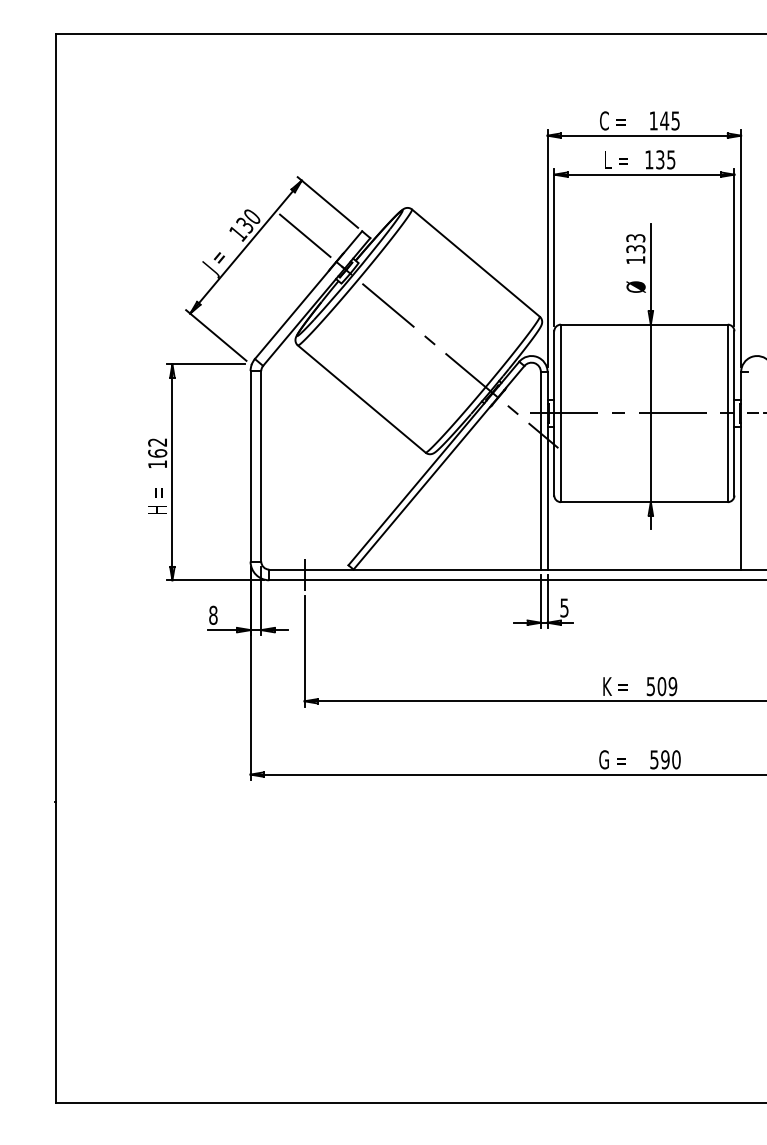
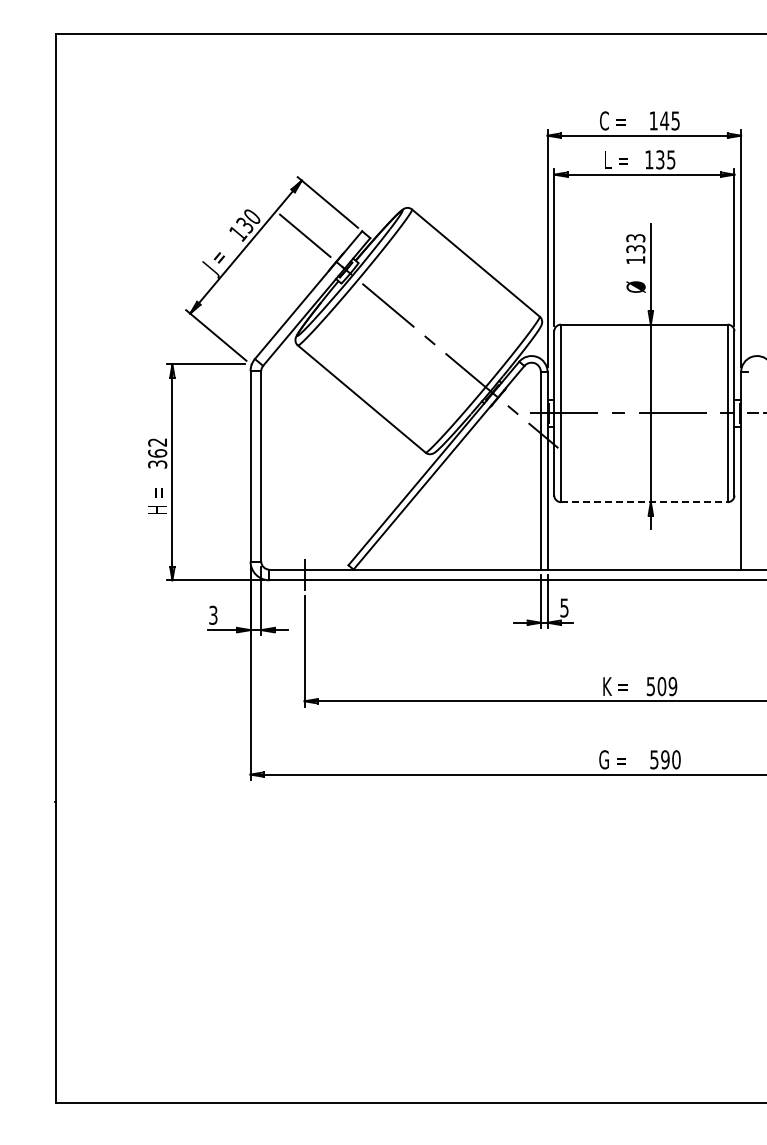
text at (157, 464): 162 -> 362
line at (644, 502): solid -> dashed
text at (213, 614): 8 -> 3
